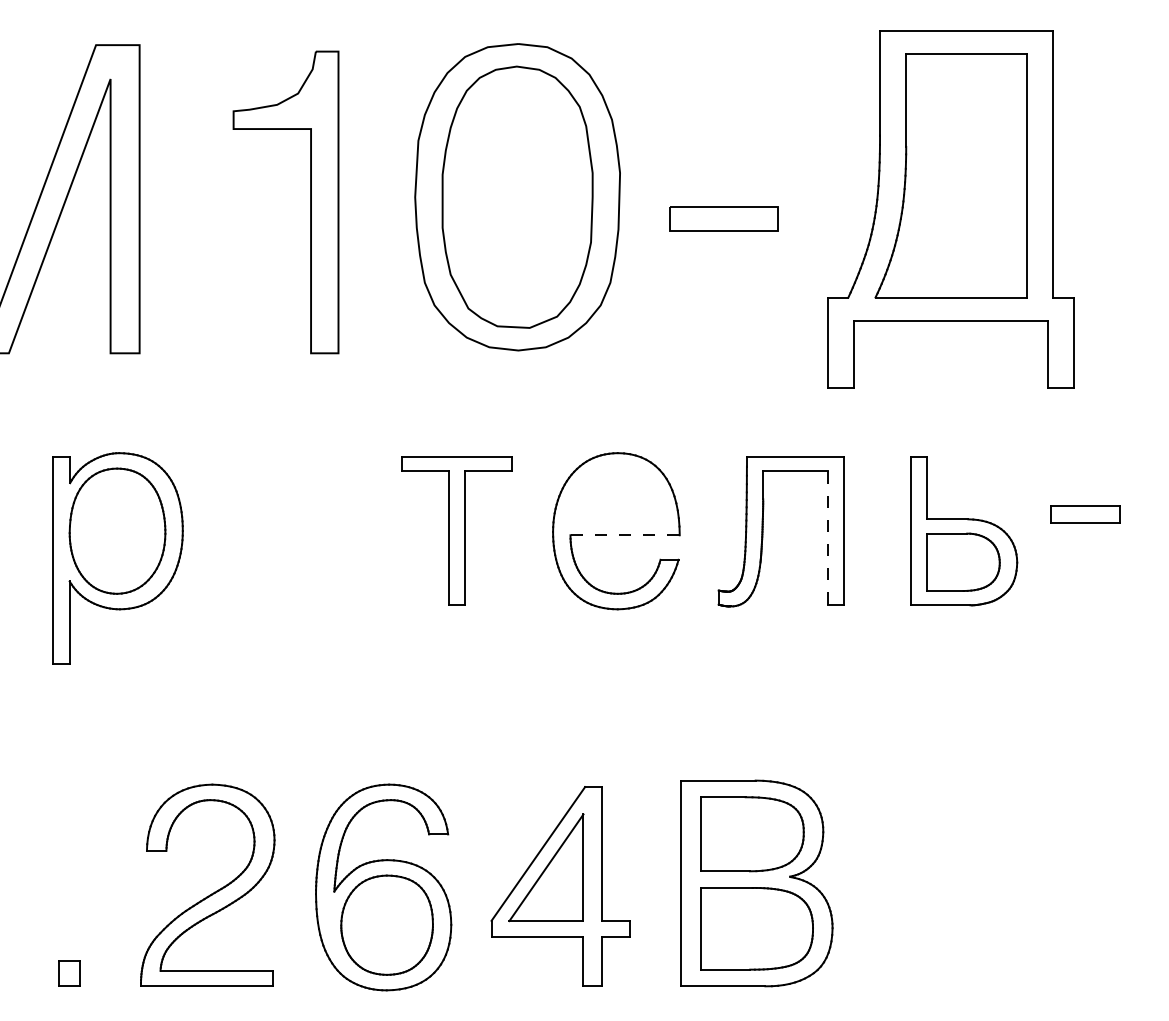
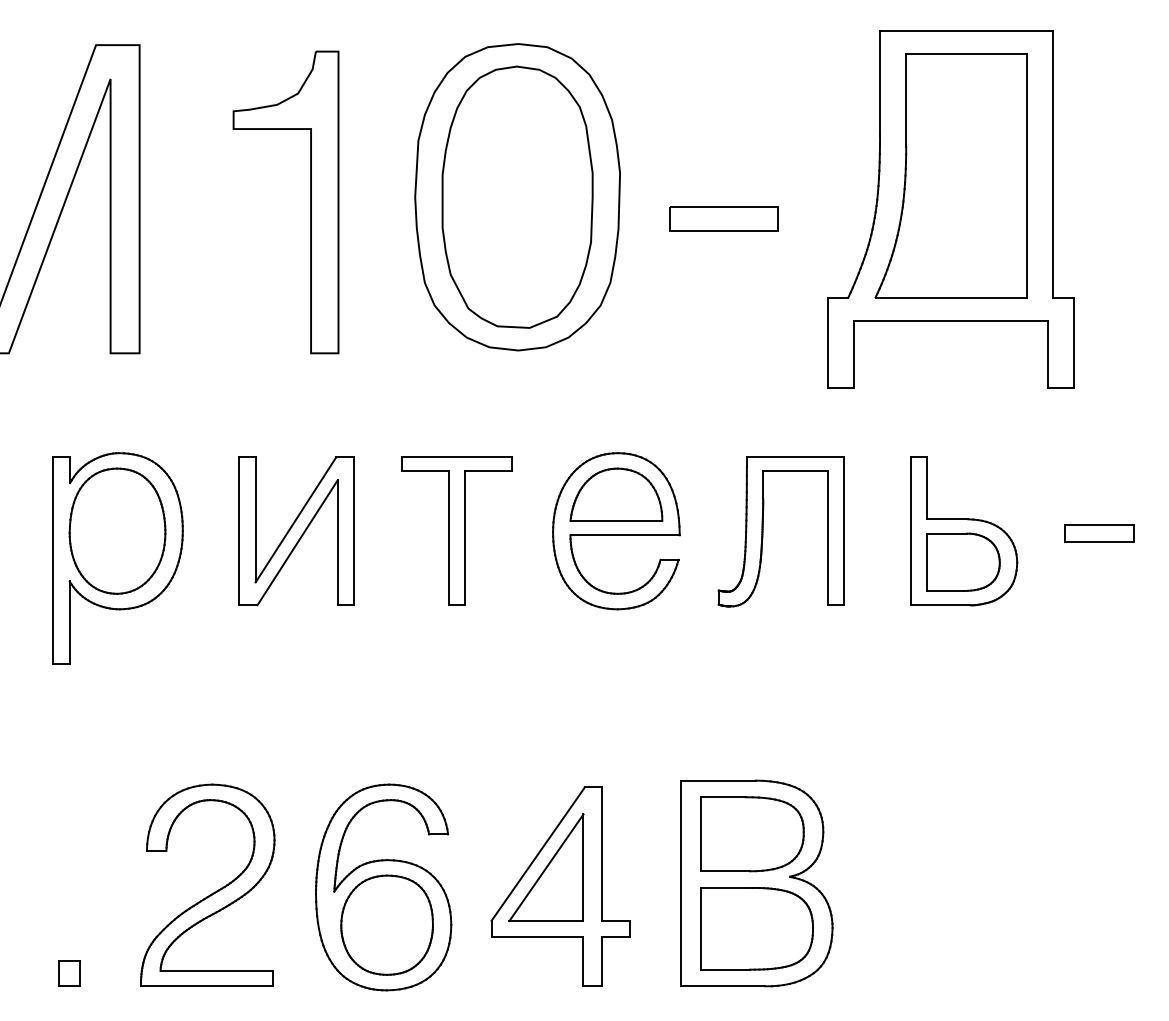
part at (616, 494): none -> present
part at (1085, 514) position: (1085, 514) -> (1099, 533)
part at (296, 531): none -> present
line at (625, 535): dashed -> solid
line at (828, 538): dashed -> solid
